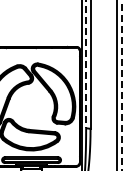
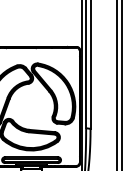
line at (86, 64): dashed -> solid
line at (121, 85): dashed -> solid
